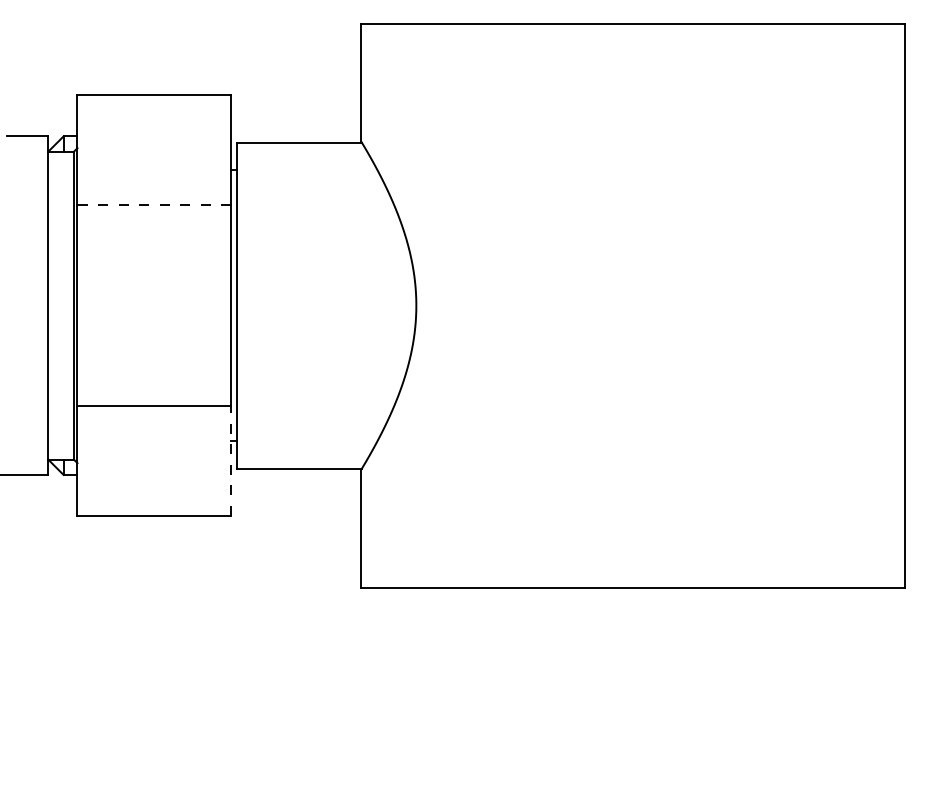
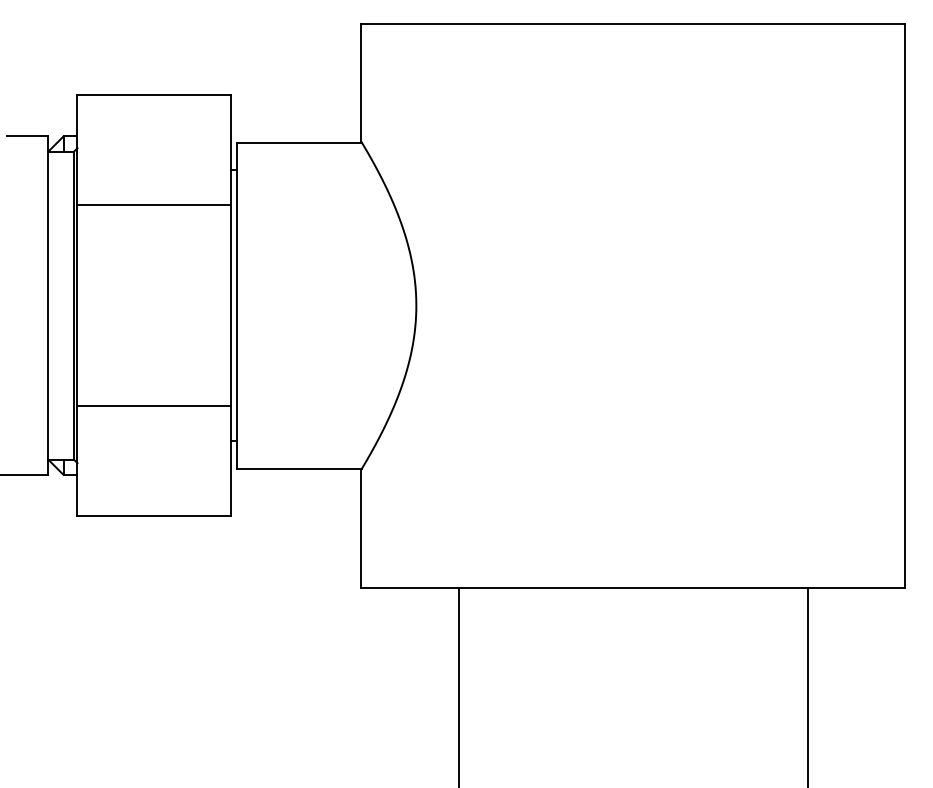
line at (154, 205): dashed -> solid
line at (231, 461): dashed -> solid
line at (458, 685): none -> present
line at (807, 685): none -> present
